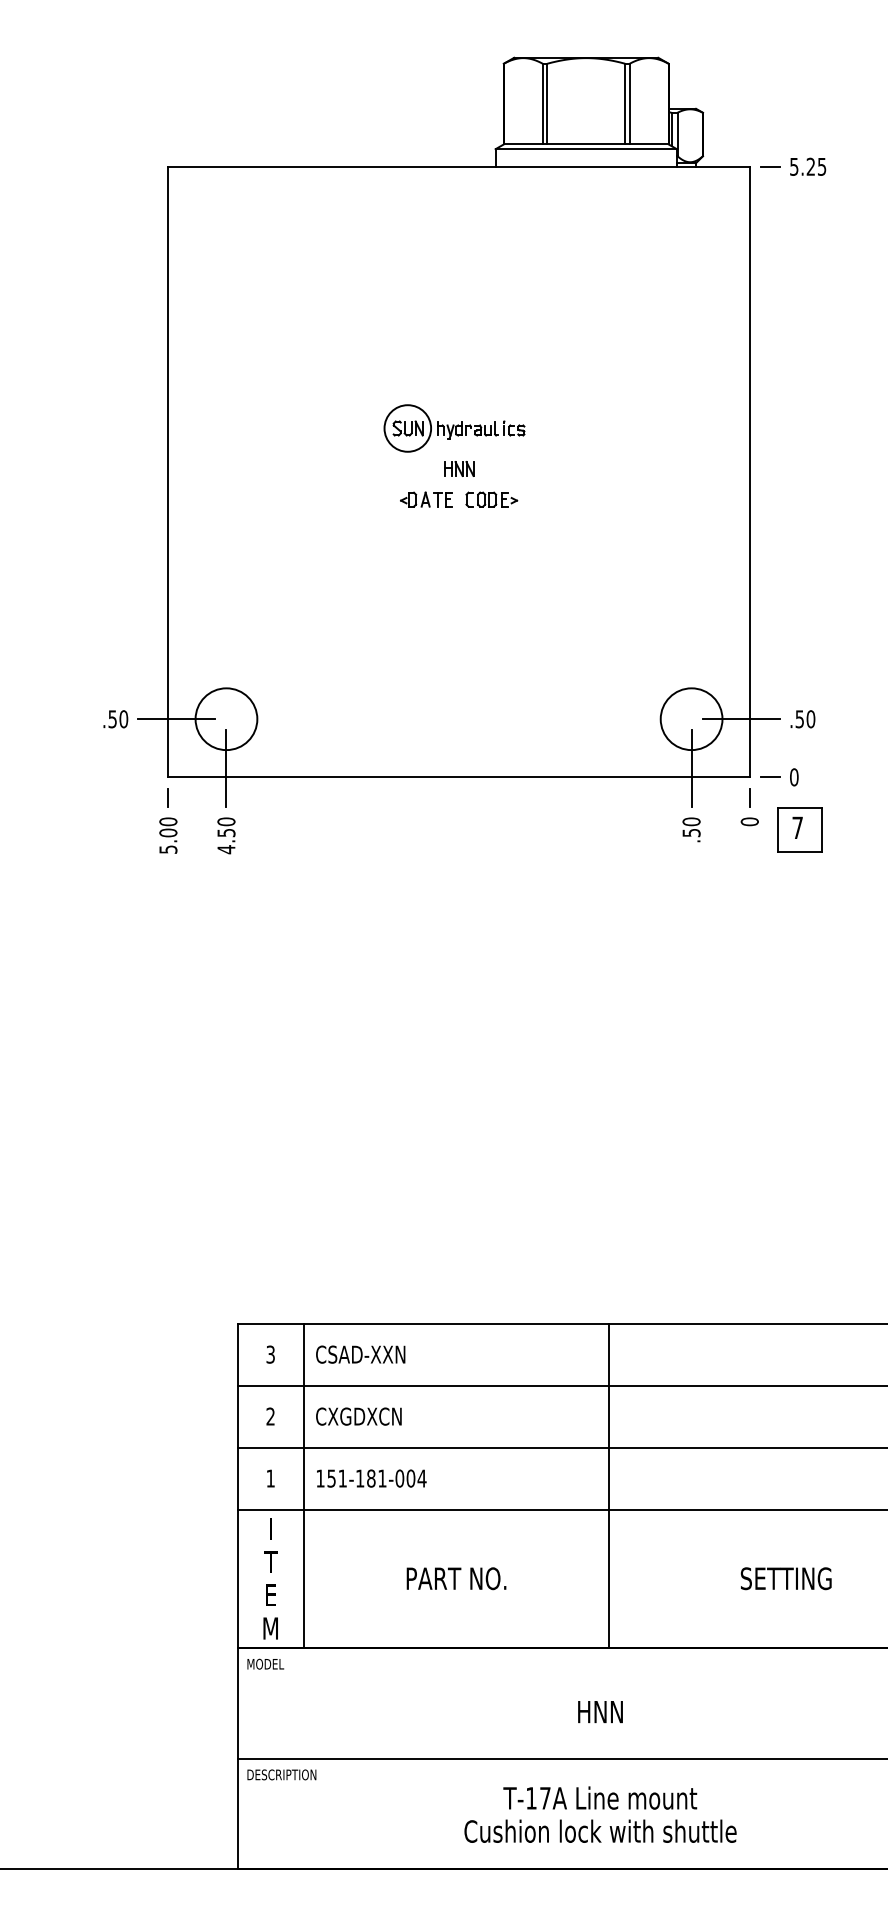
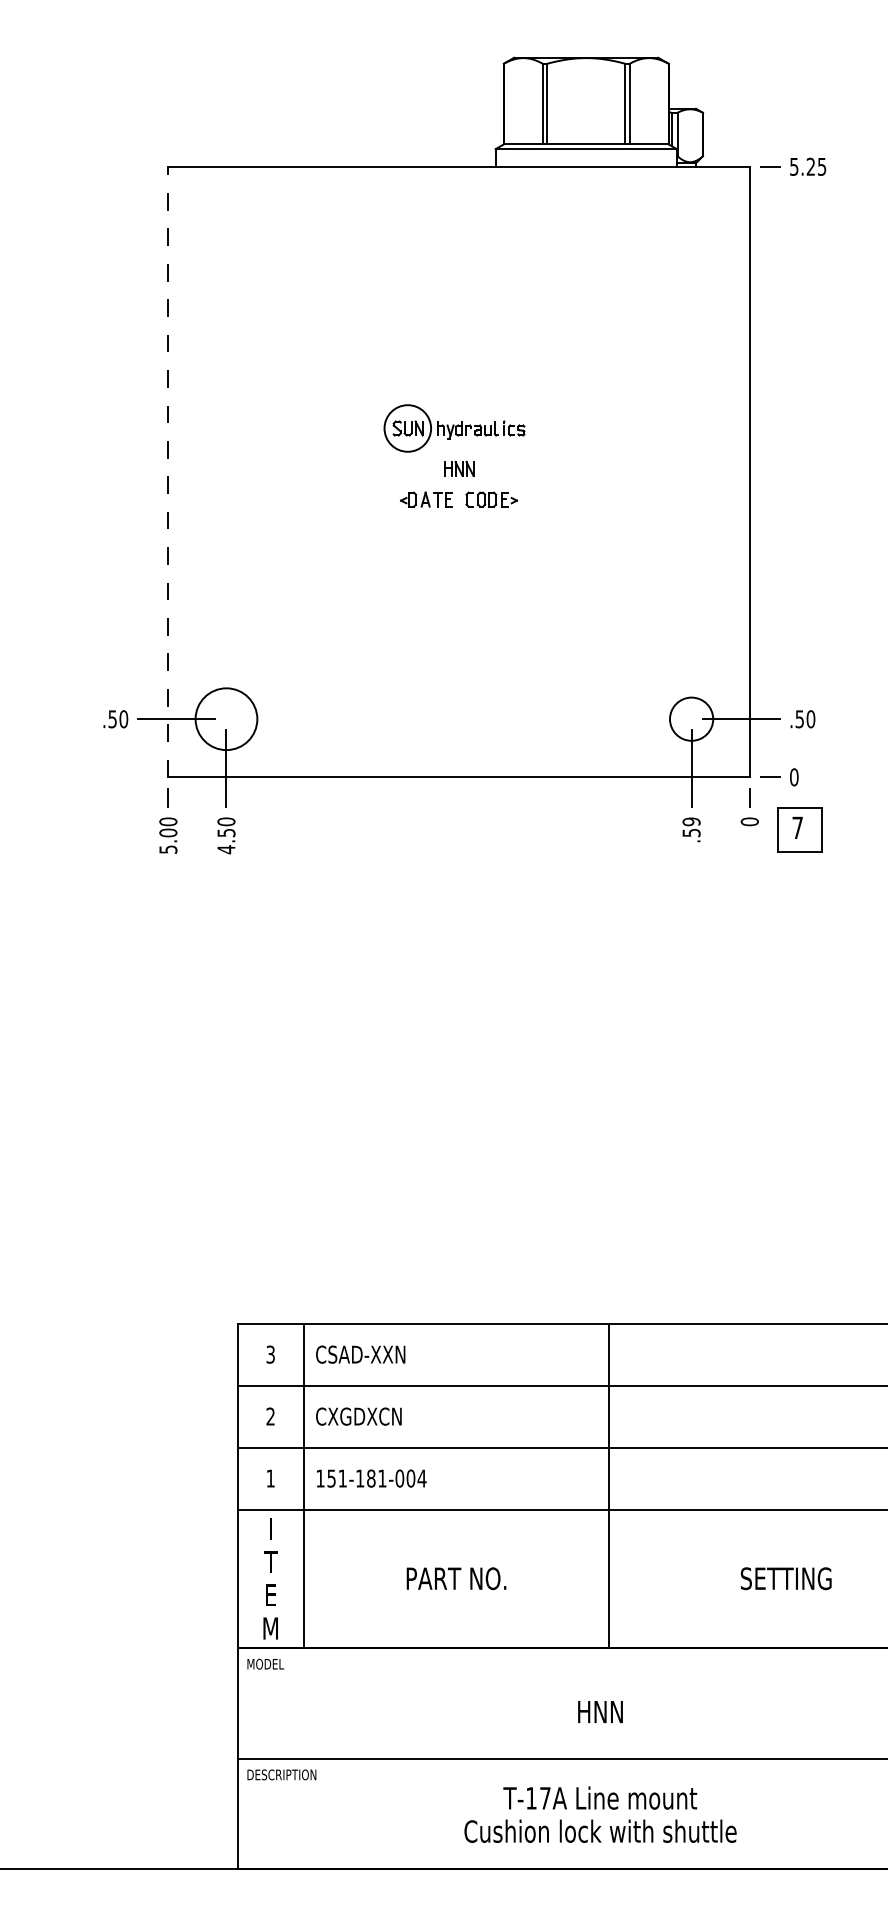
line at (168, 471): solid -> dashed
circle at (691, 719) diameter: 62 px -> 43 px
text at (691, 821): .50 -> .59
